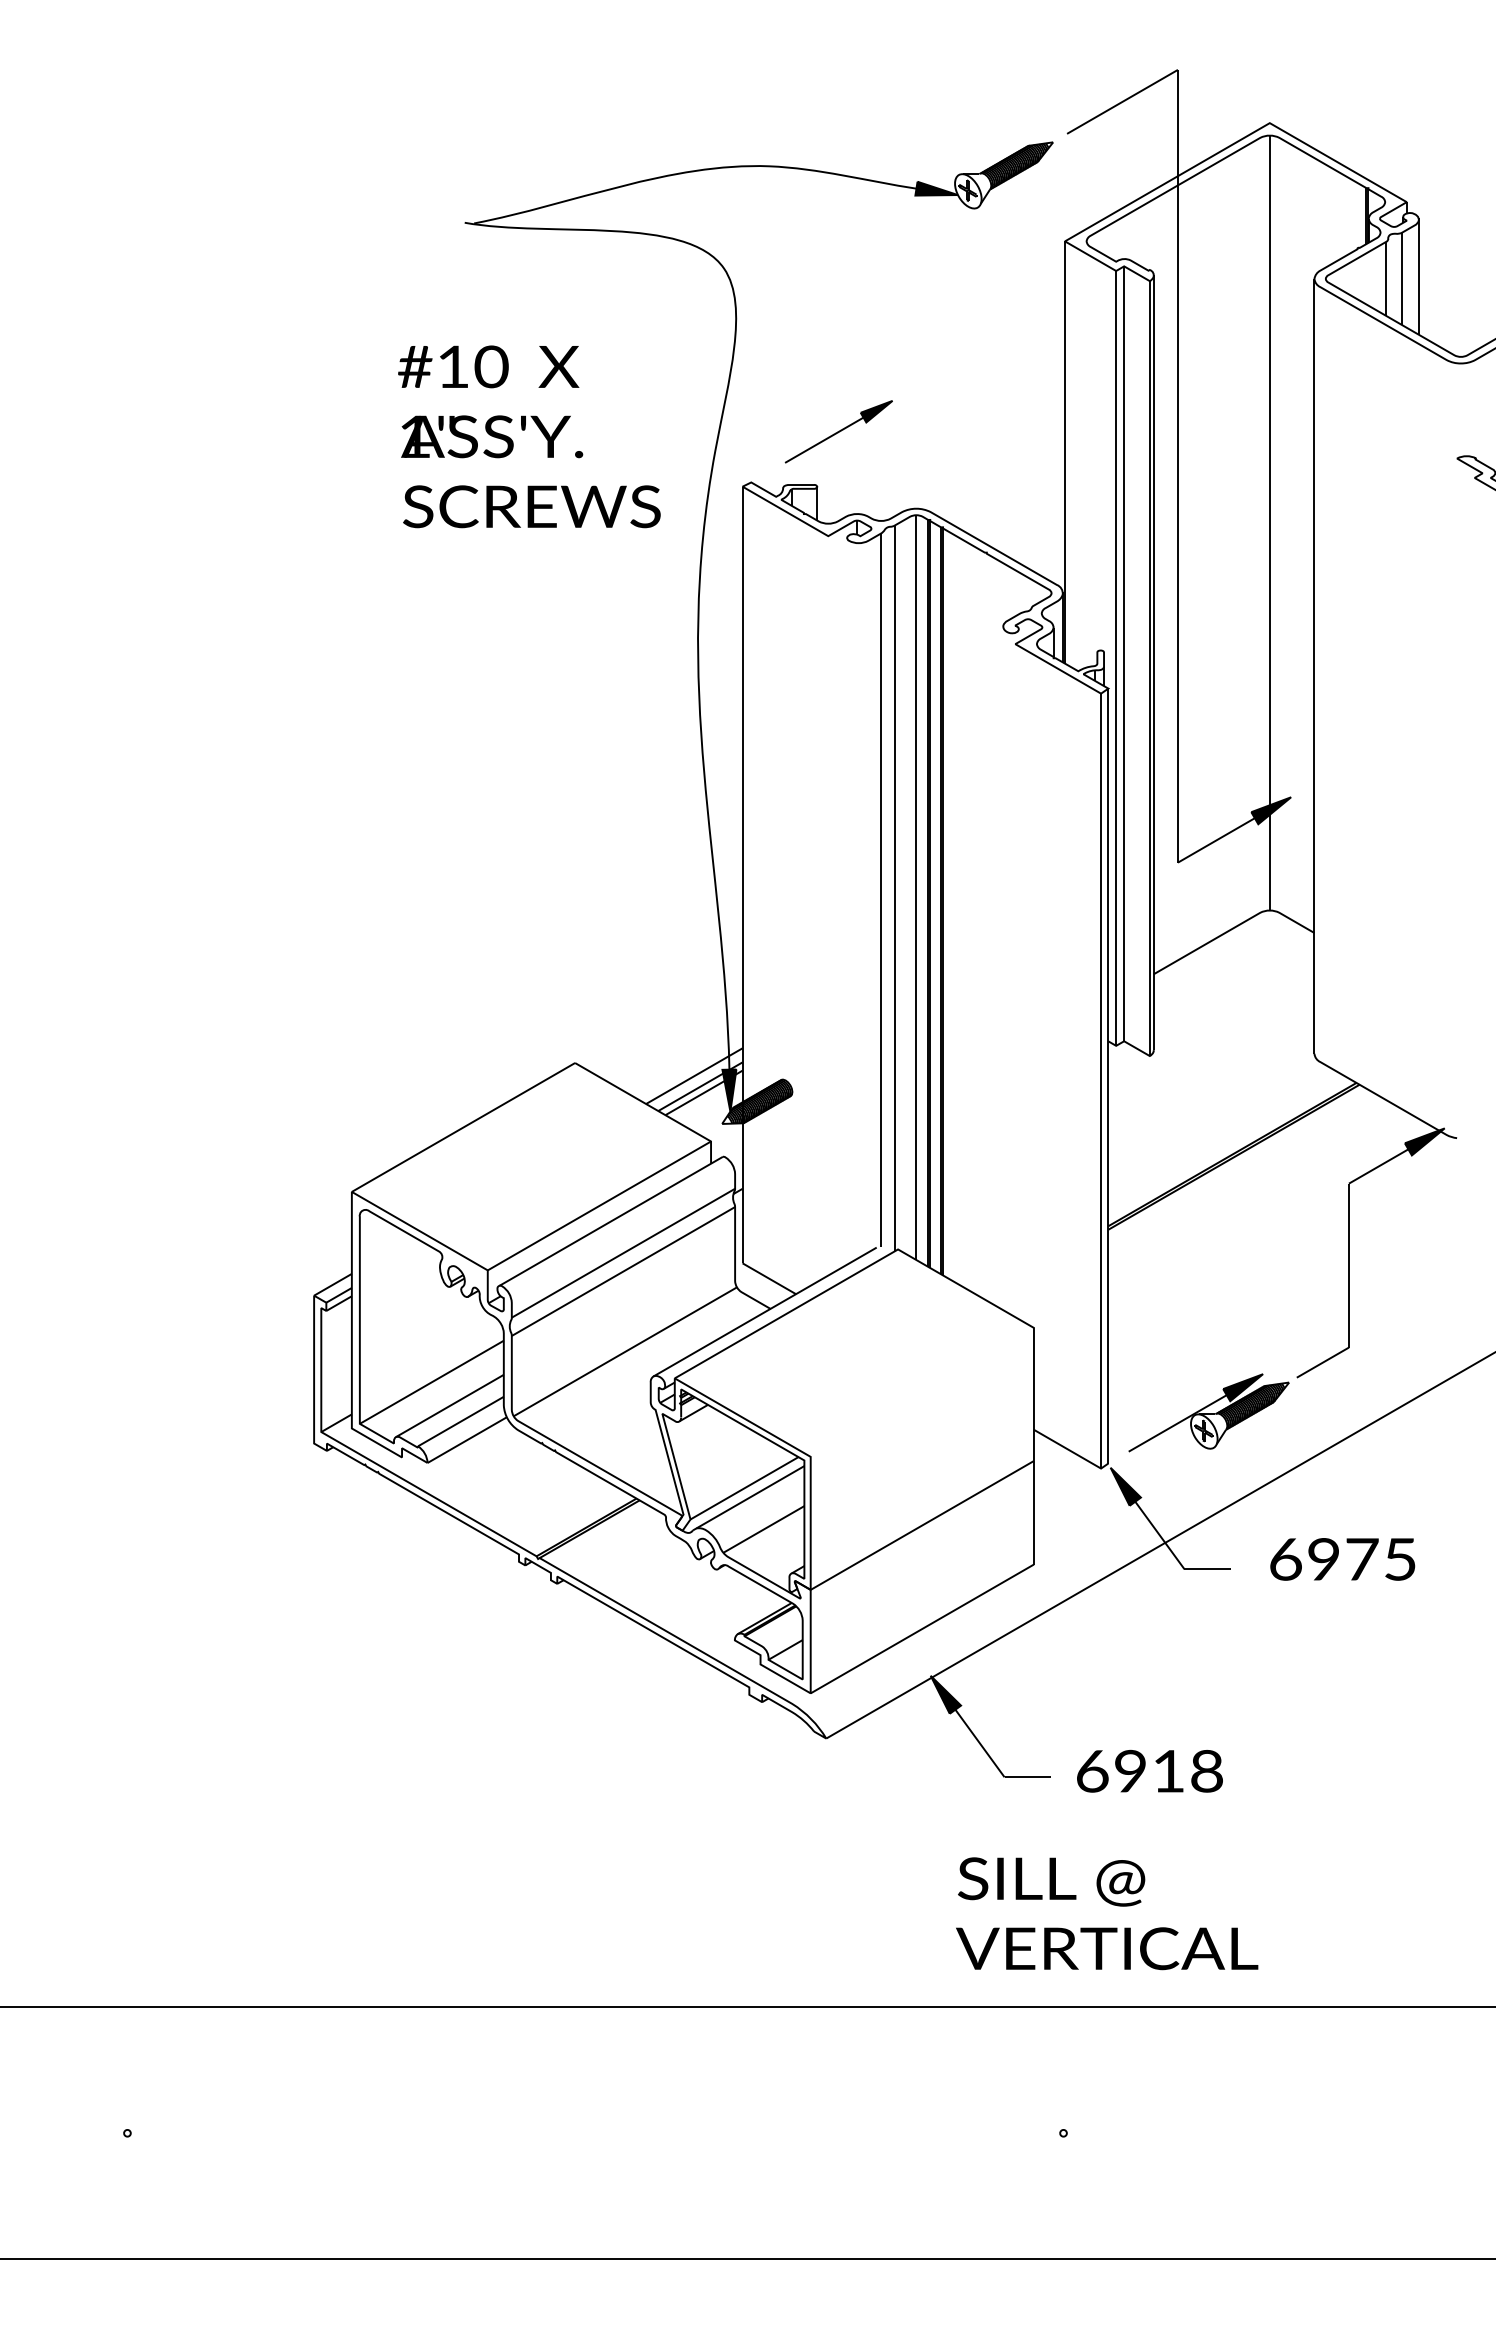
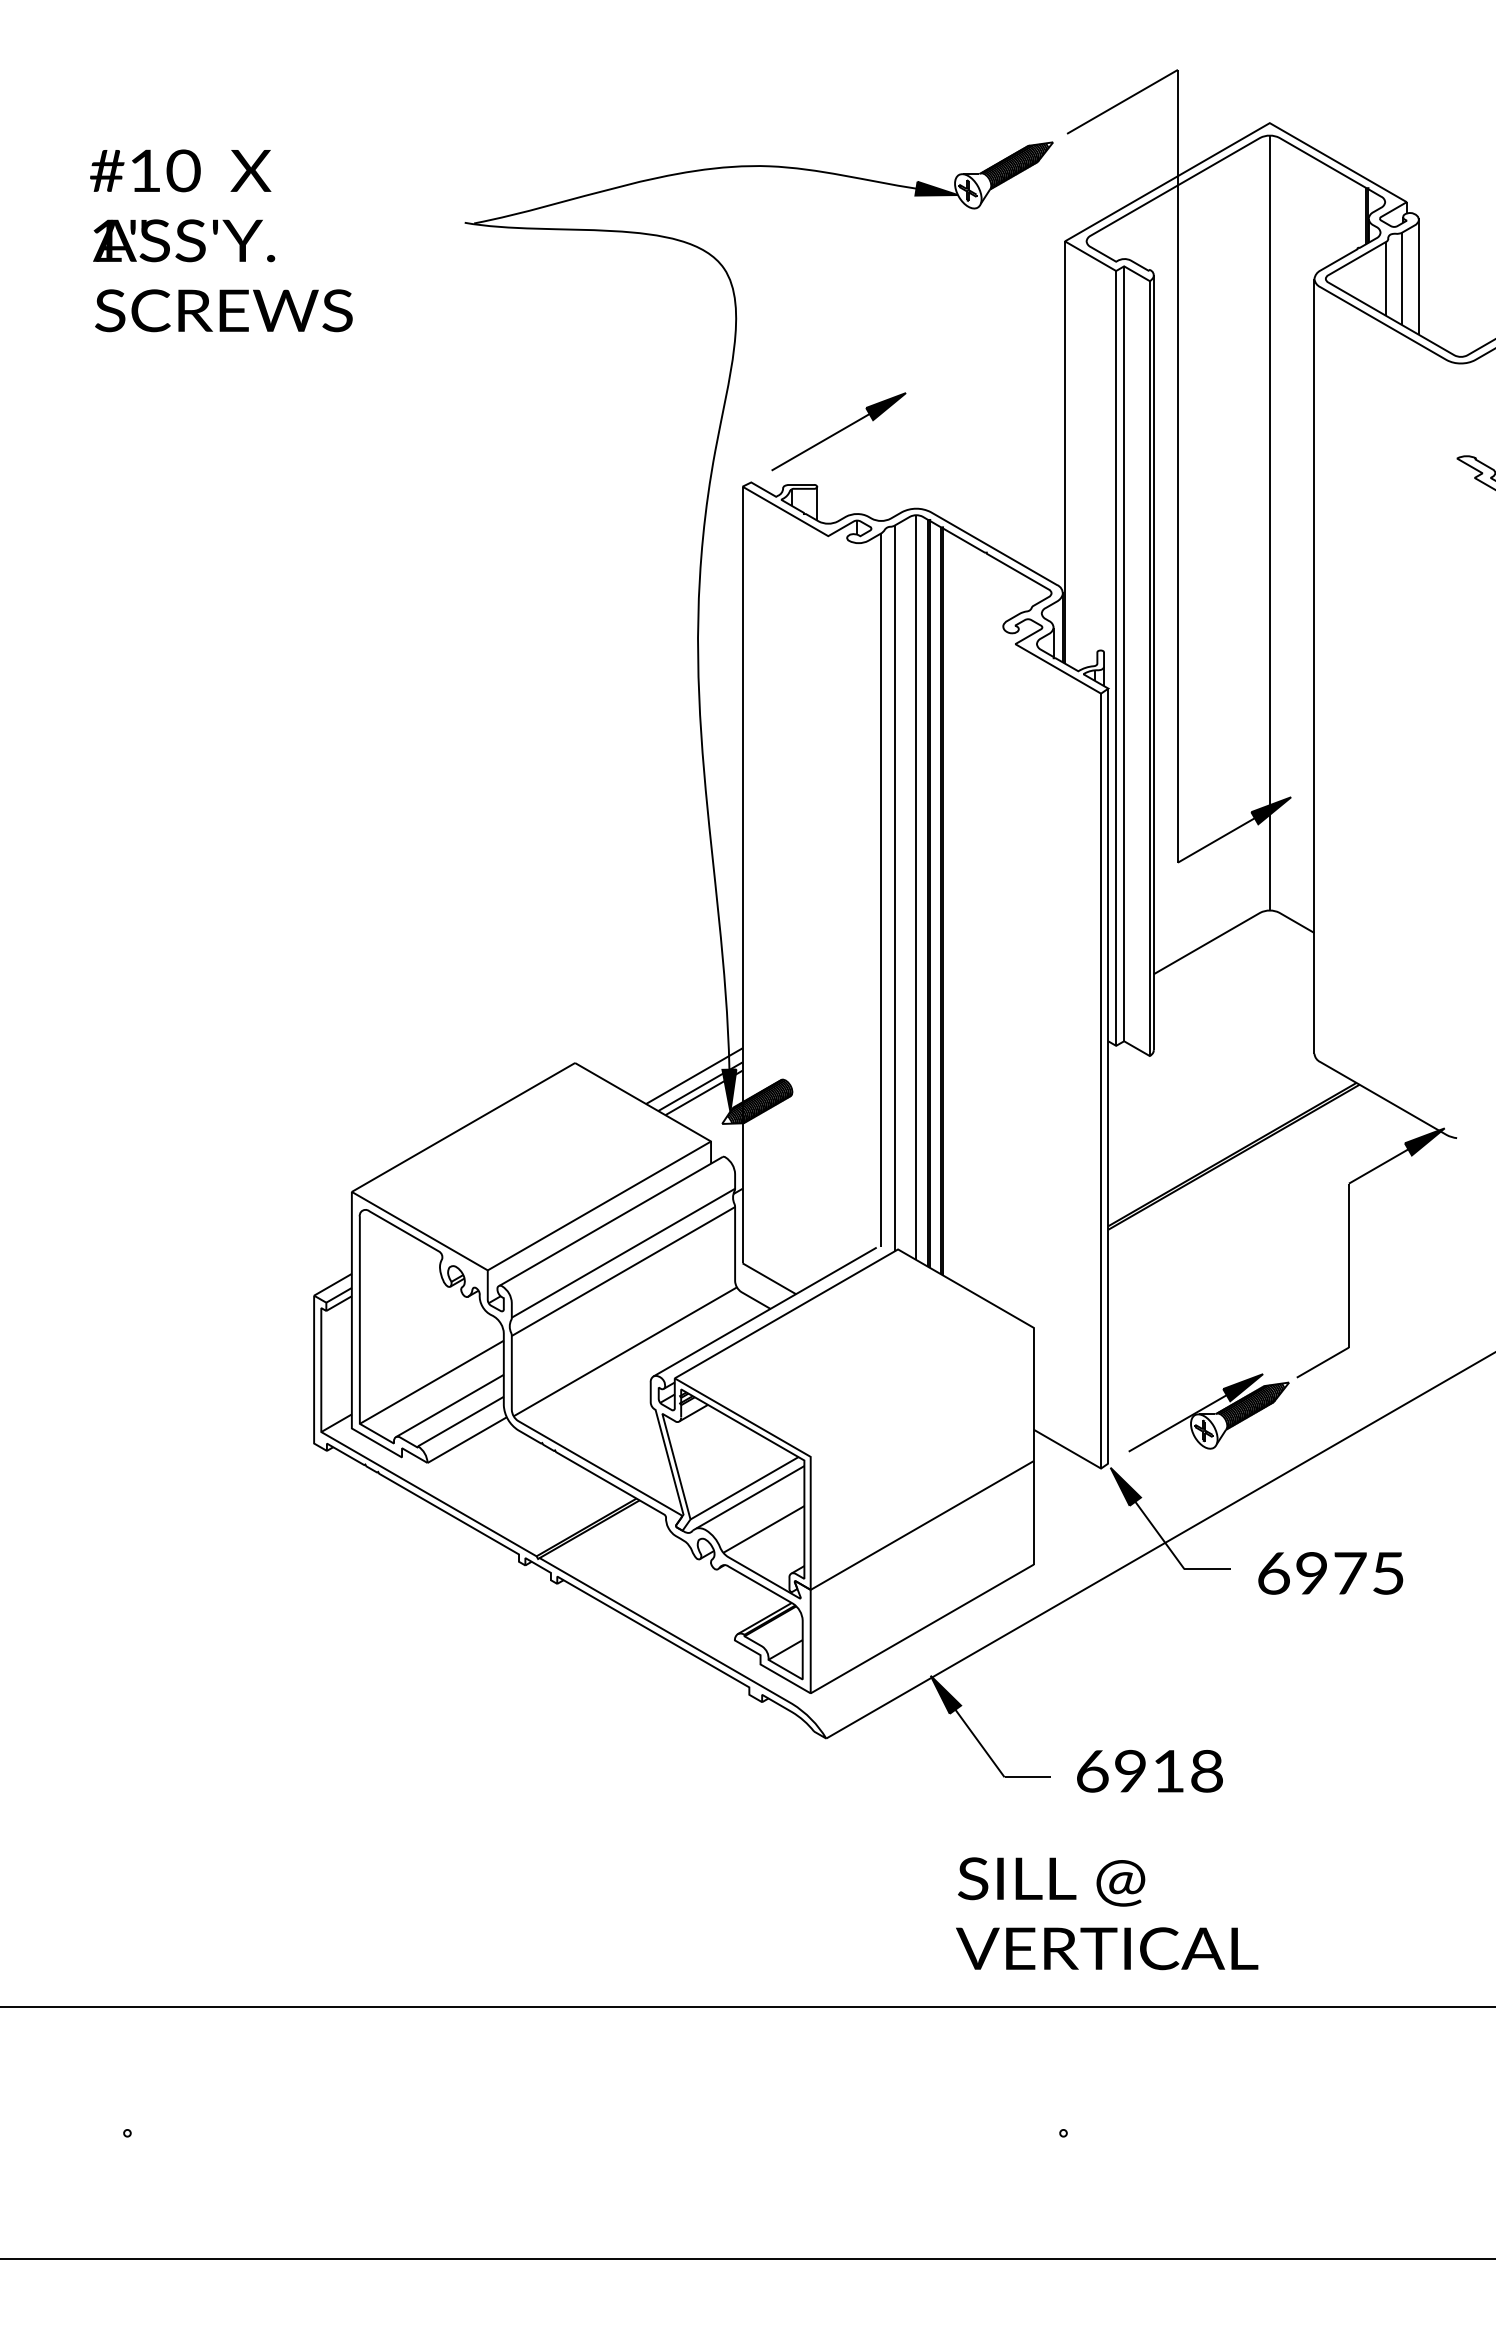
part at (838, 431) size: 109x64 px -> 136x80 px
text at (529, 436) position: (529, 436) -> (221, 240)
text at (1342, 1559) position: (1342, 1559) -> (1330, 1573)
